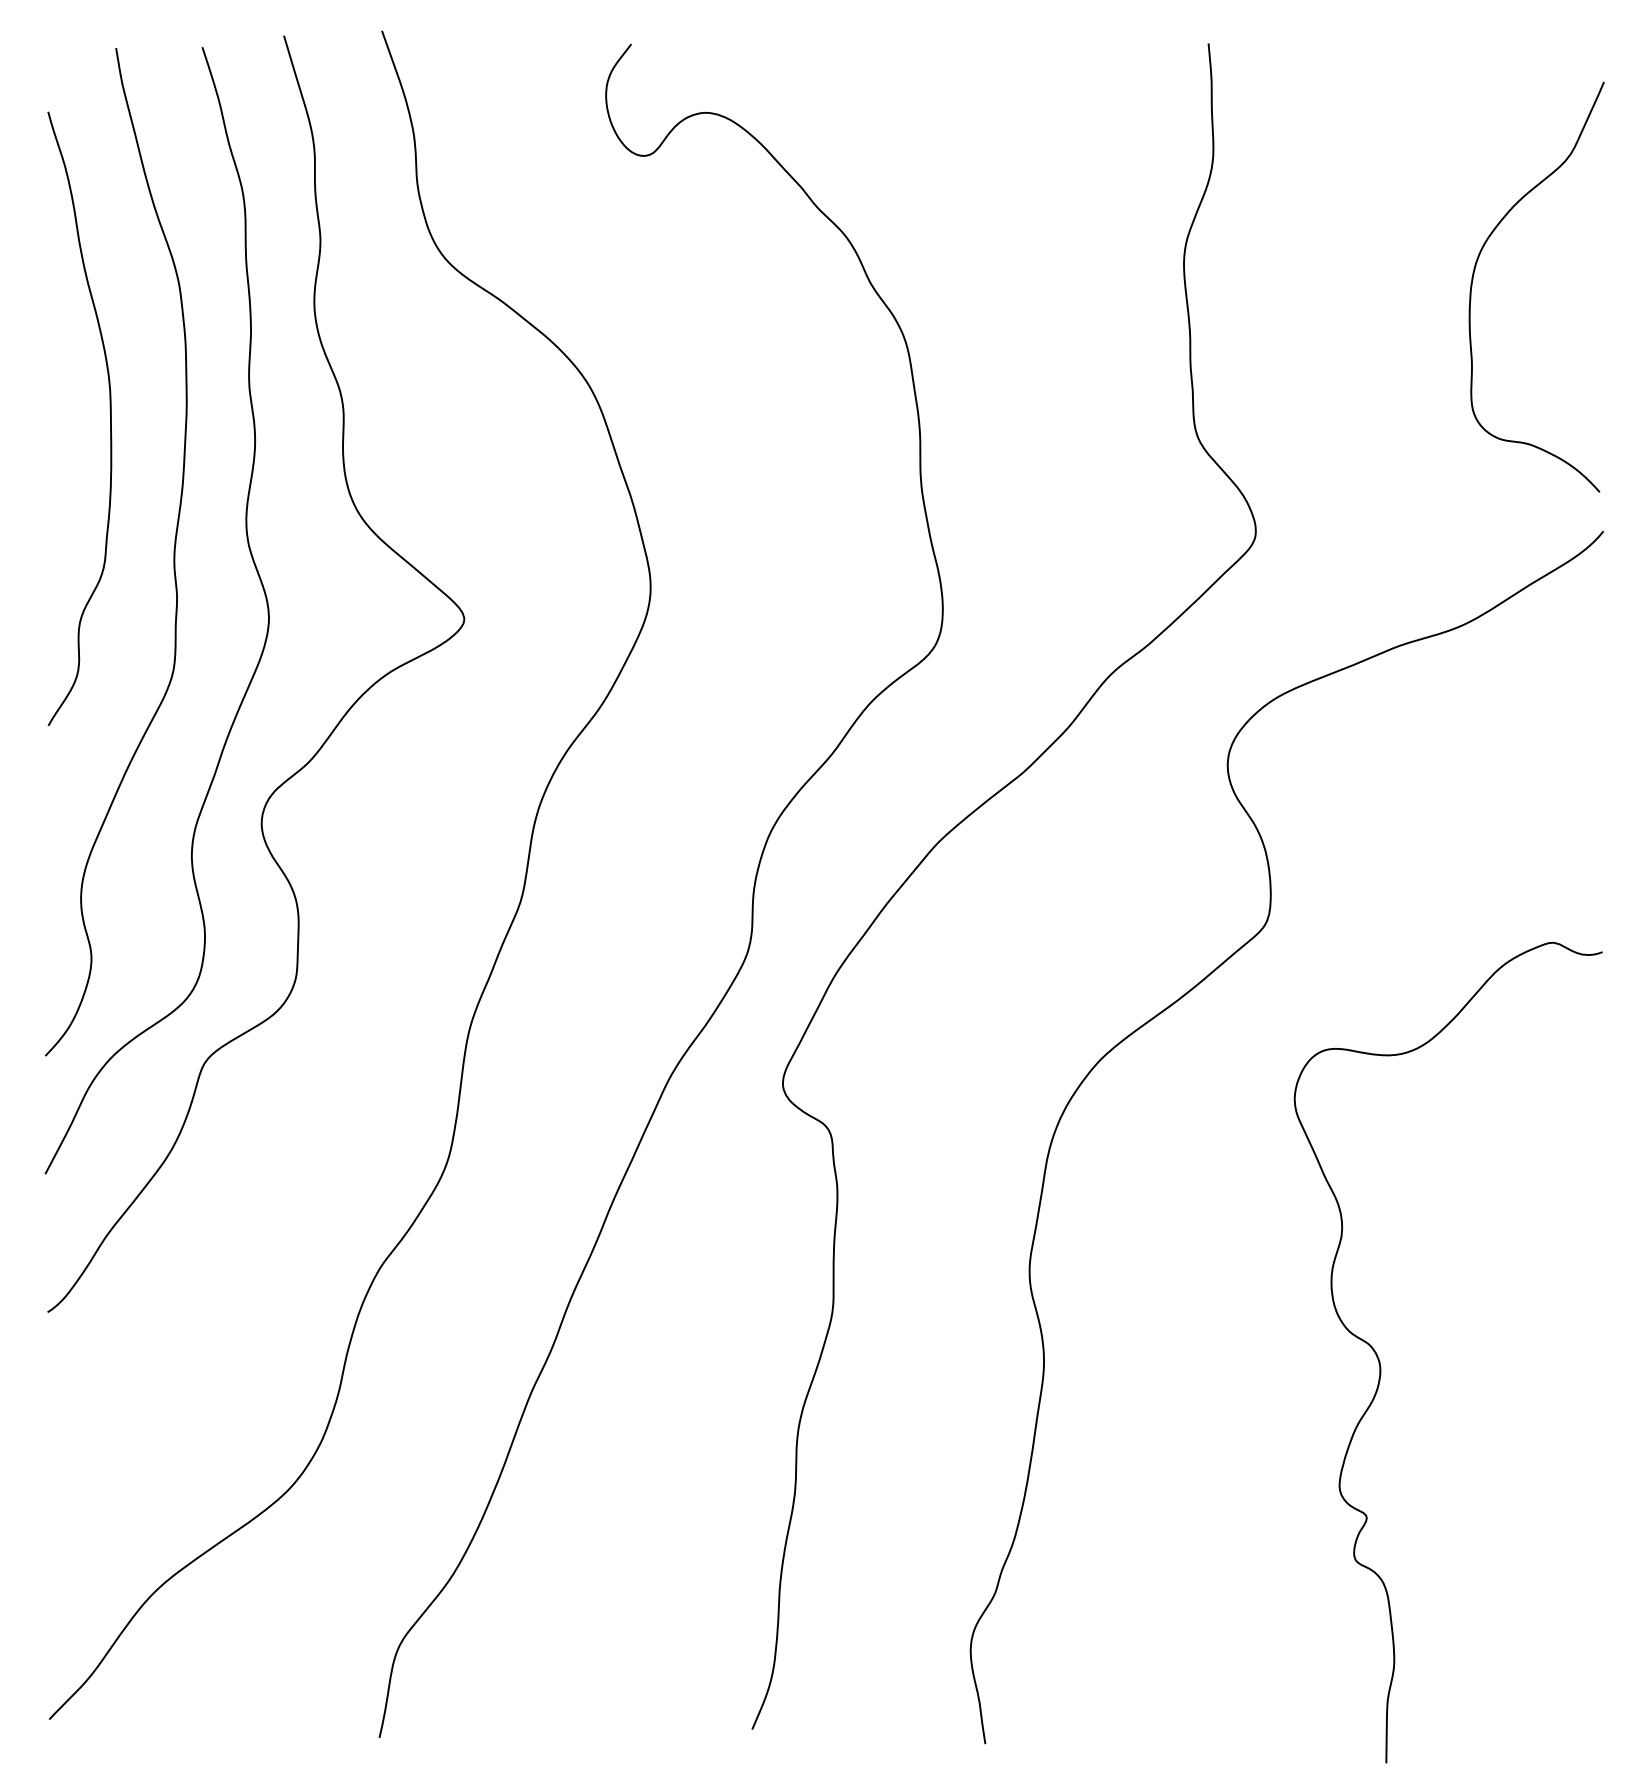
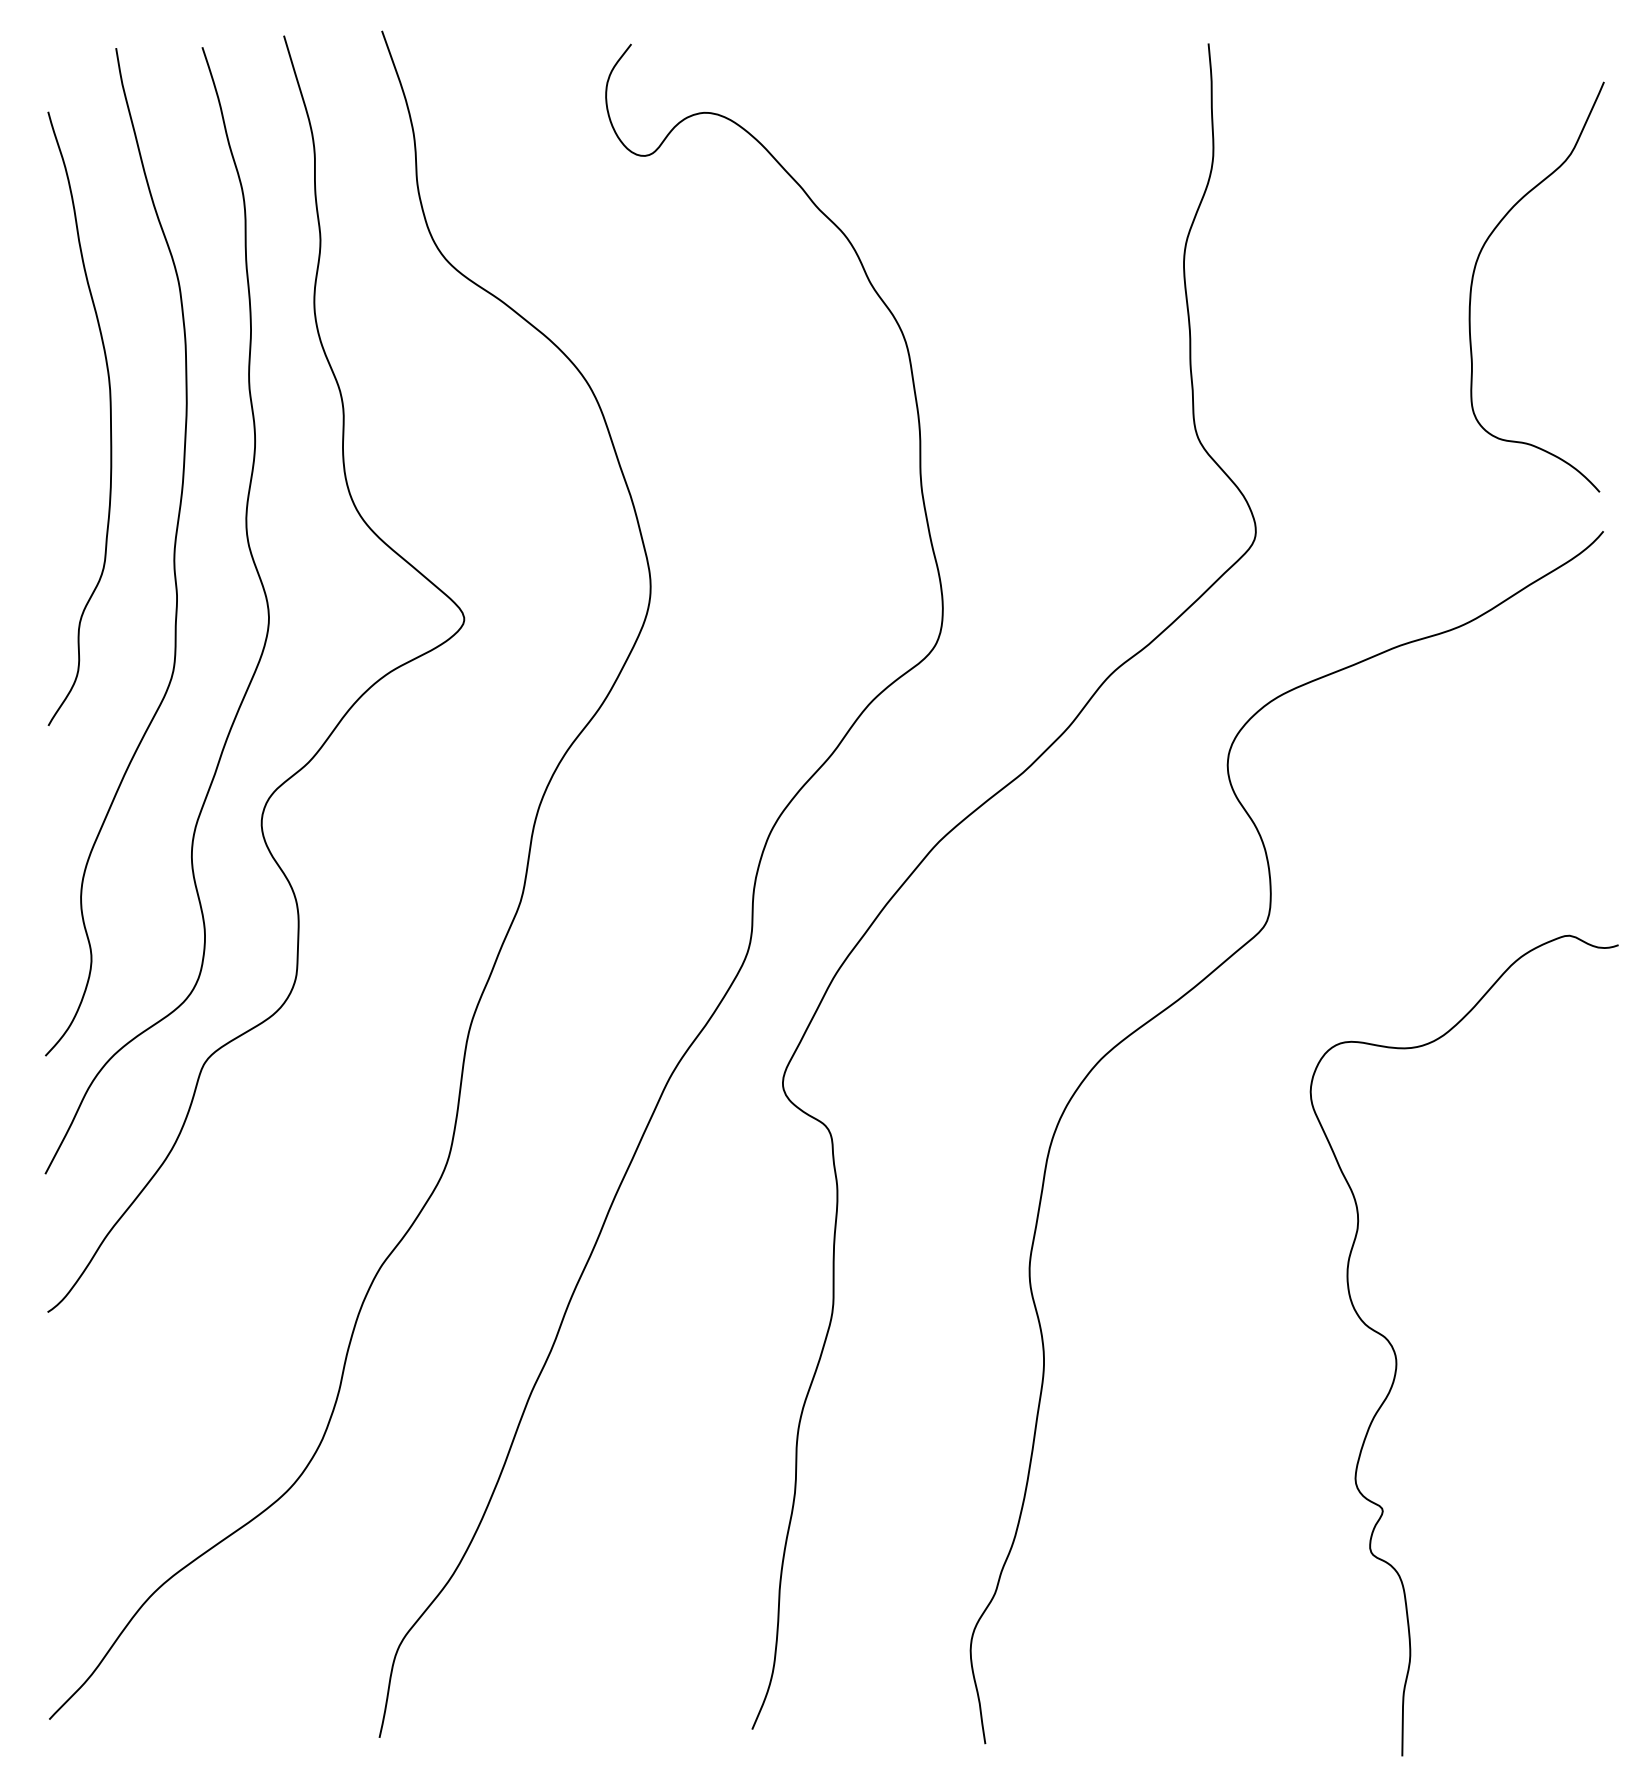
curve at (1381, 1366) position: (1381, 1366) -> (1397, 1359)
